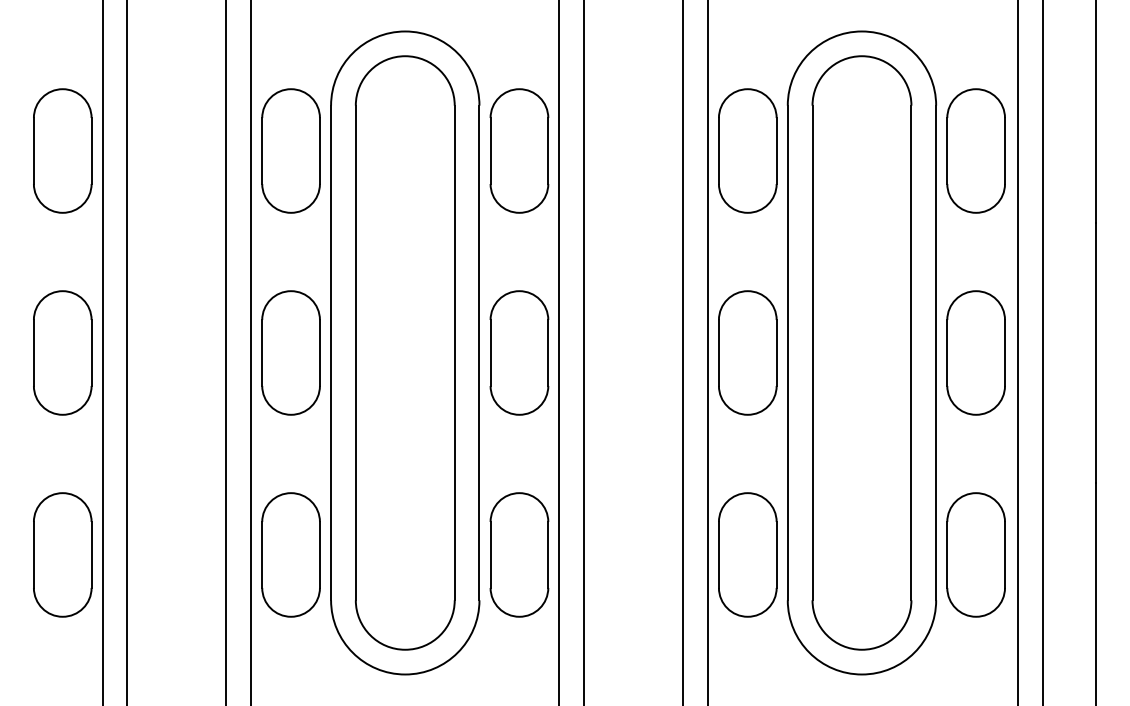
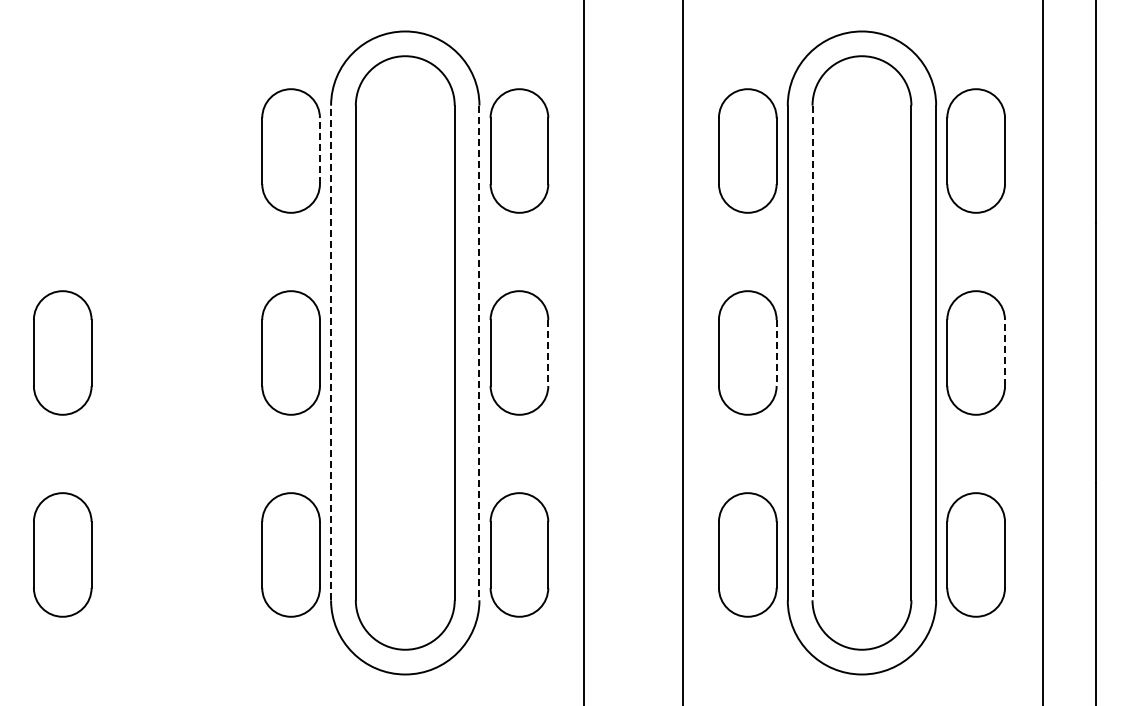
part at (62, 150): present -> none
line at (319, 151): solid -> dashed
line at (102, 352): present -> none
line at (127, 352): present -> none
line at (226, 352): present -> none
line at (251, 352): present -> none
line at (331, 352): solid -> dashed
line at (559, 352): present -> none
line at (707, 352): present -> none
line at (1017, 352): present -> none
line at (479, 353): solid -> dashed
line at (548, 353): solid -> dashed
line at (776, 353): solid -> dashed
line at (812, 353): solid -> dashed
line at (1005, 353): solid -> dashed
